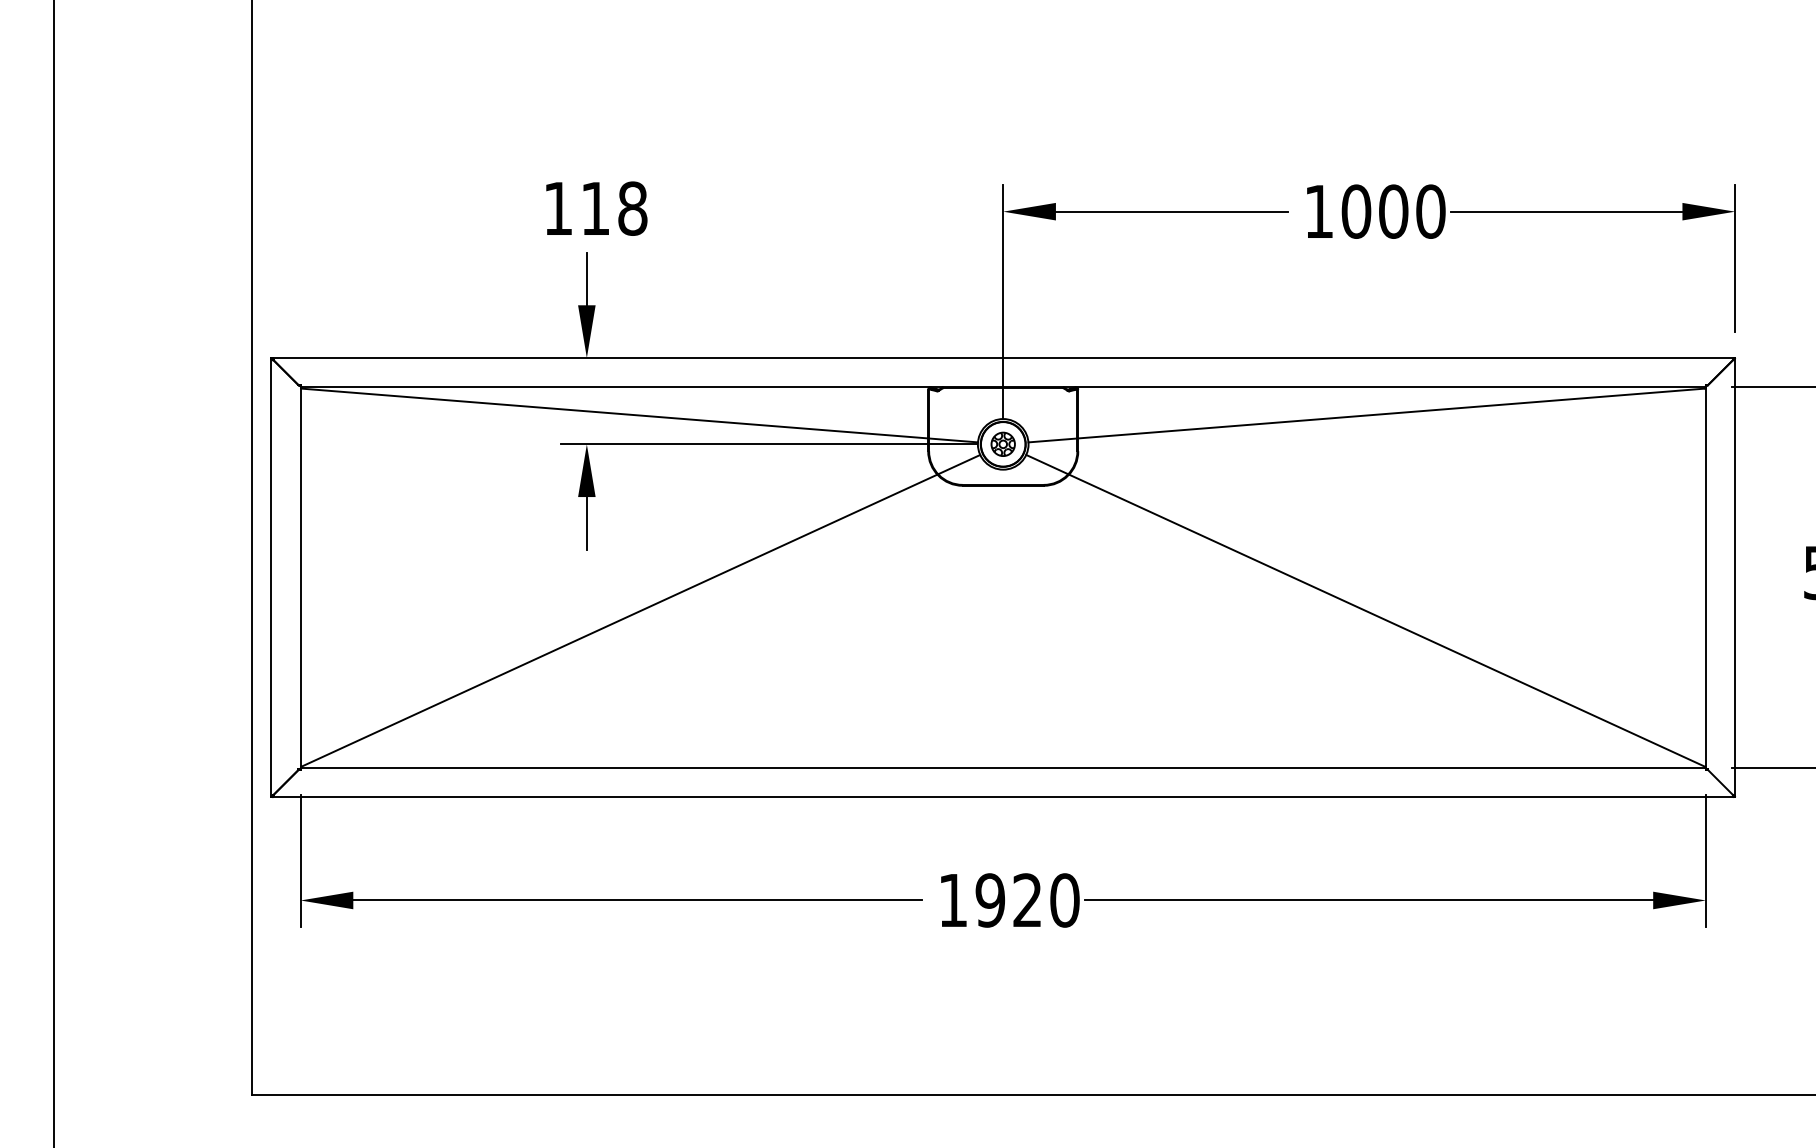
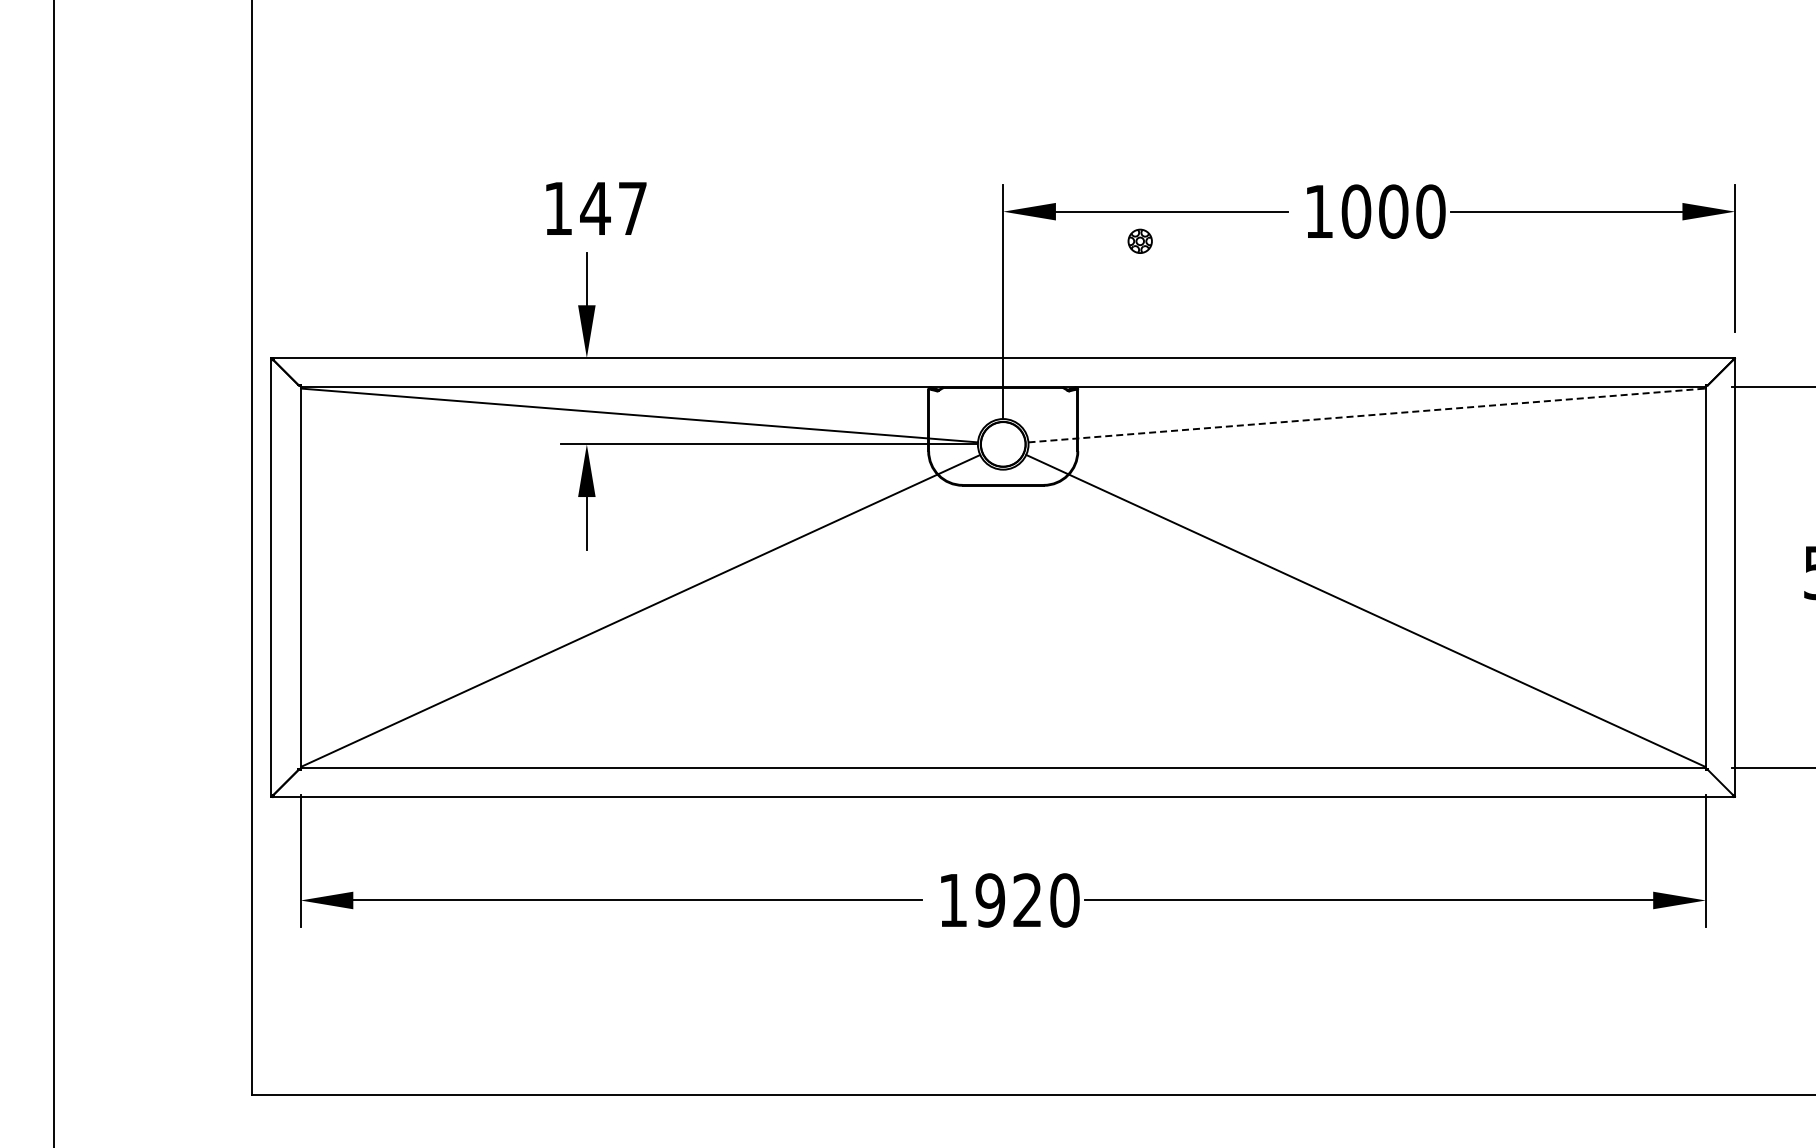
text at (613, 208): 118 -> 147
line at (1366, 415): solid -> dashed
part at (1002, 443) position: (1002, 443) -> (1139, 240)
